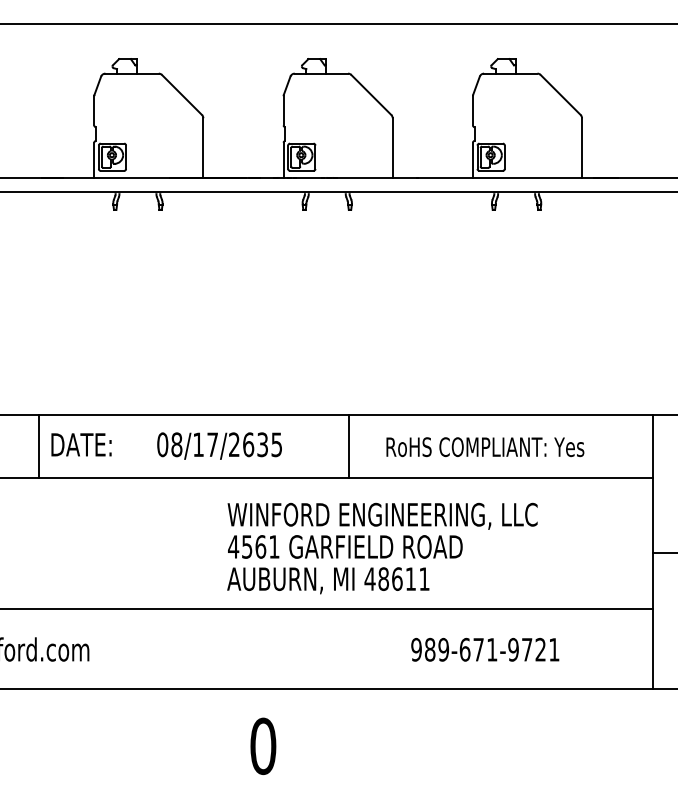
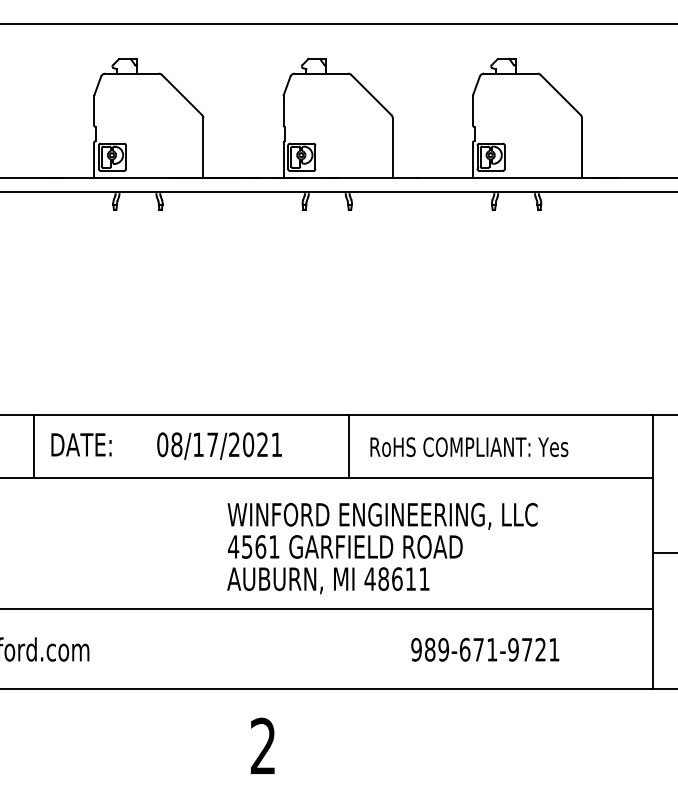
text at (262, 444): 08/17/2635 -> 08/17/2021
line at (38, 446) position: (38, 446) -> (33, 446)
text at (485, 447) position: (485, 447) -> (469, 447)
text at (263, 746): 0 -> 2
